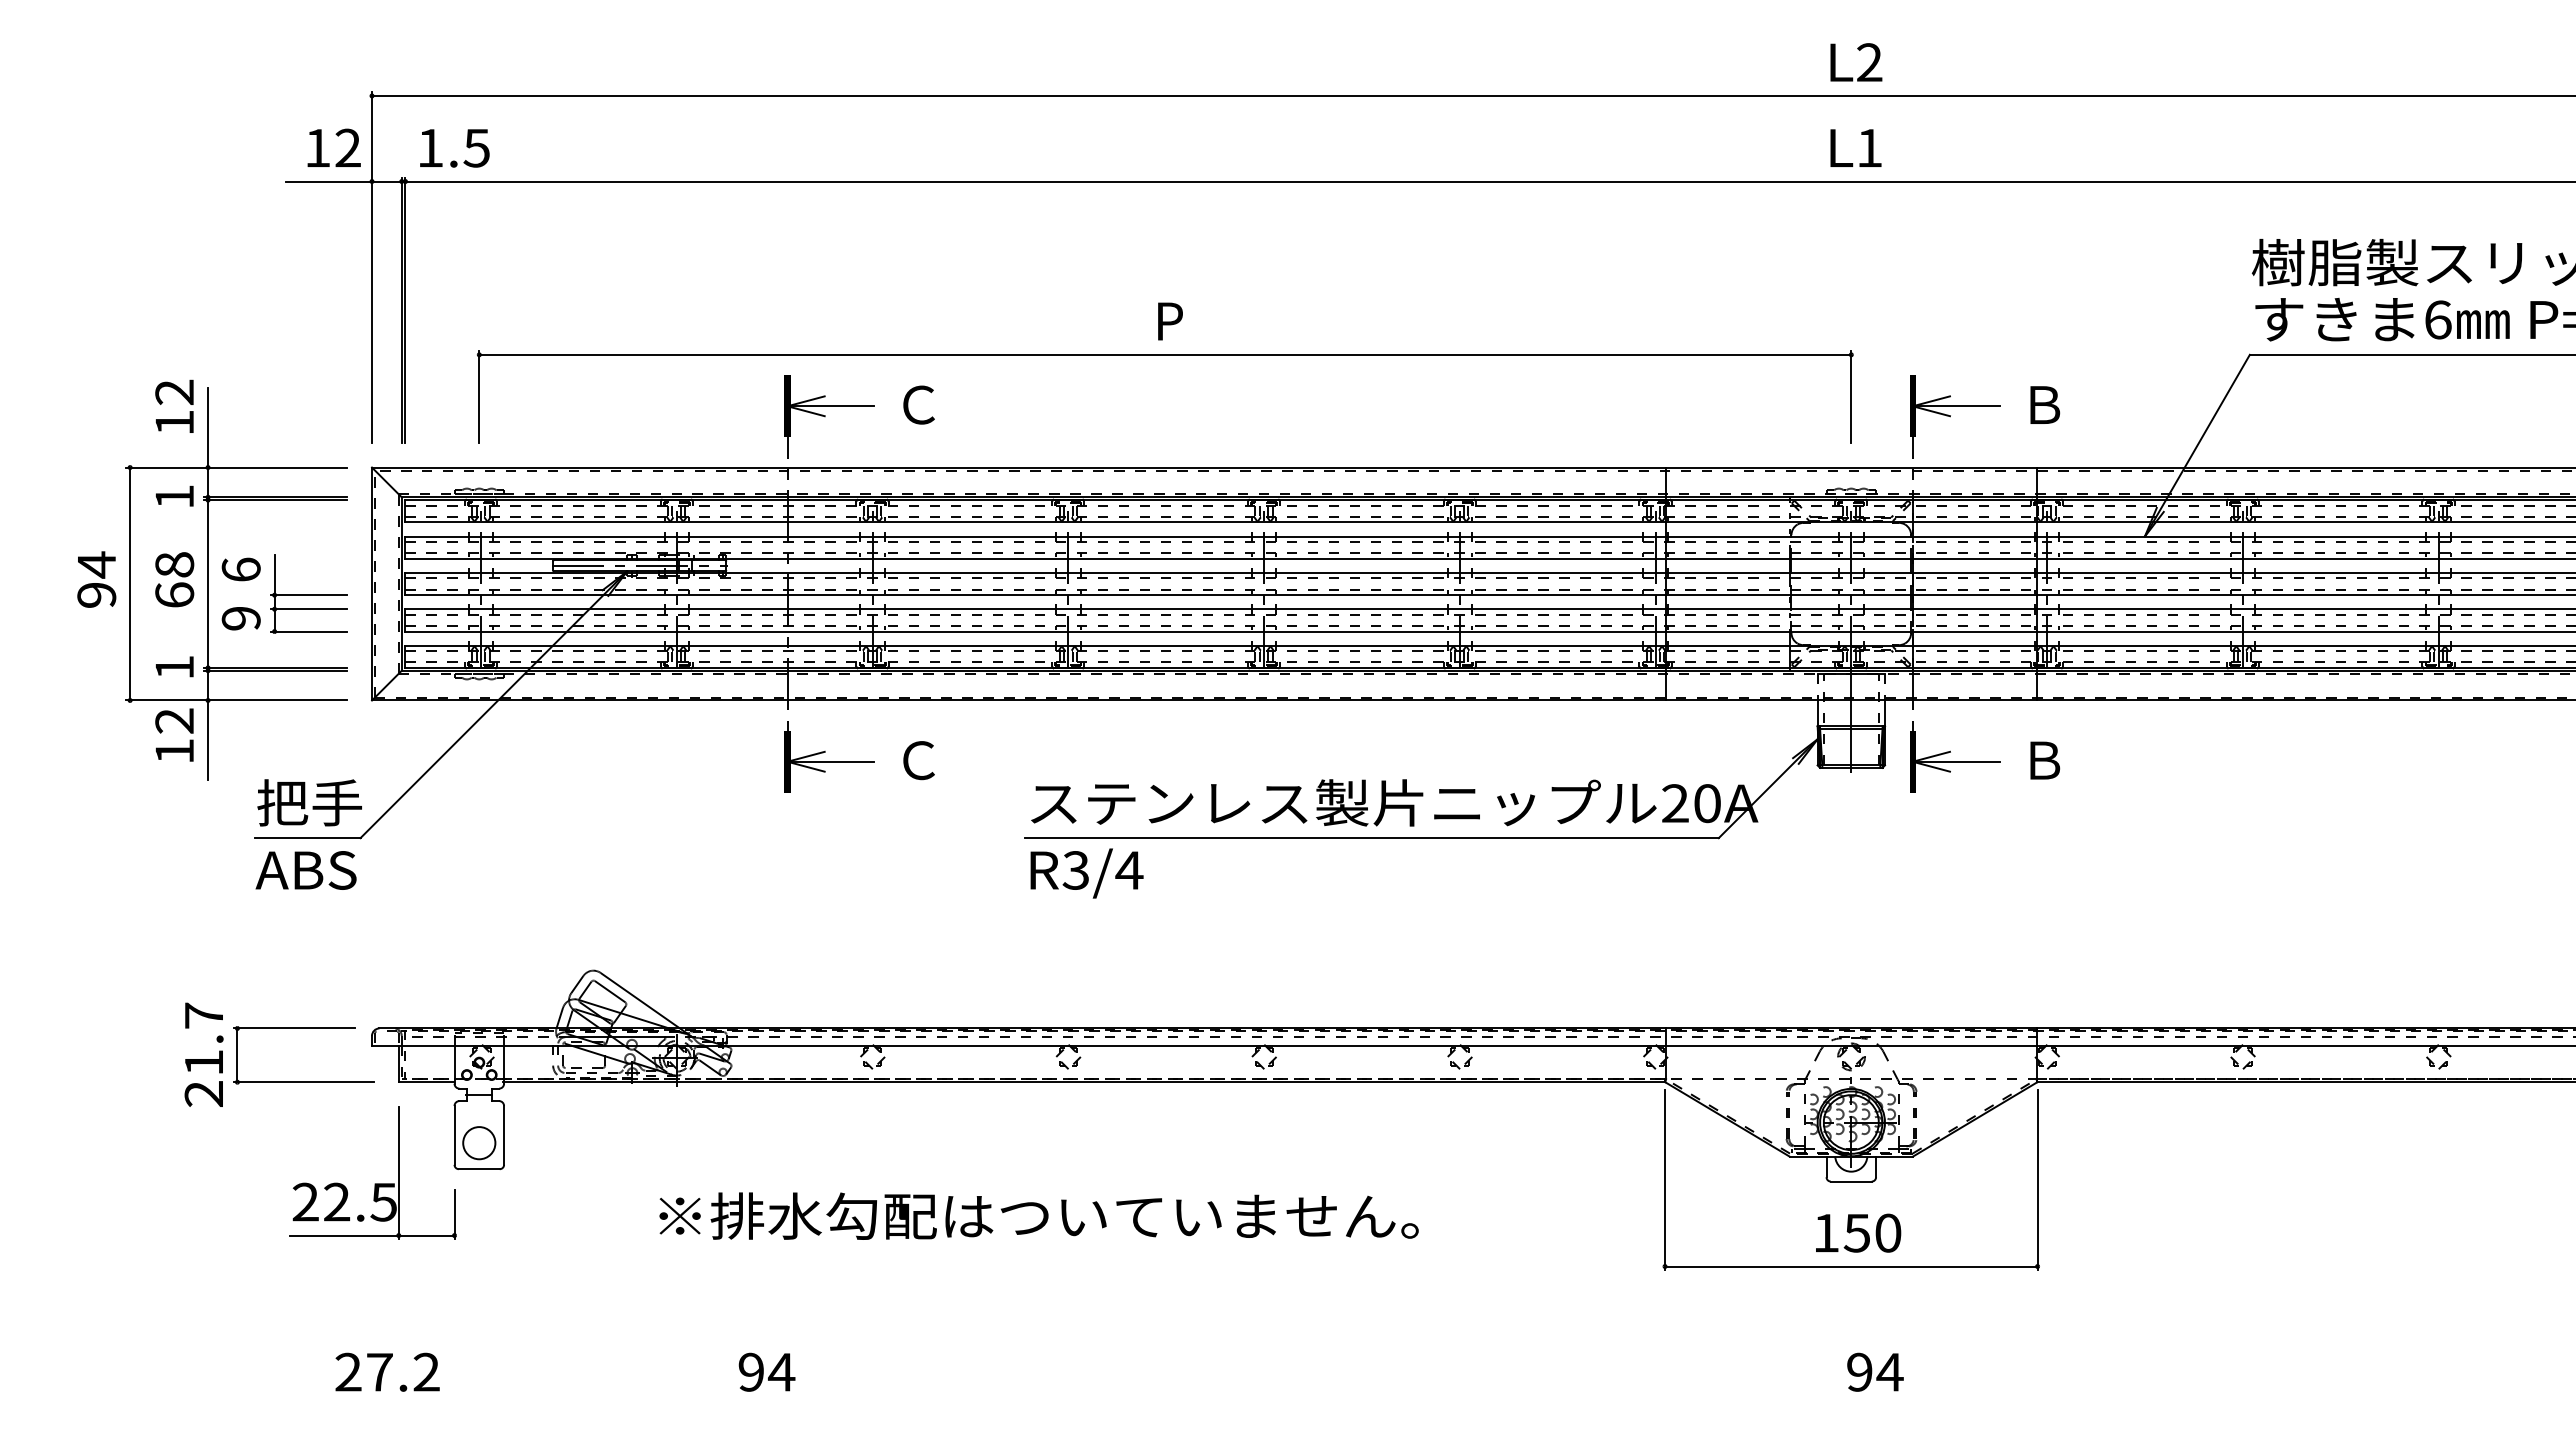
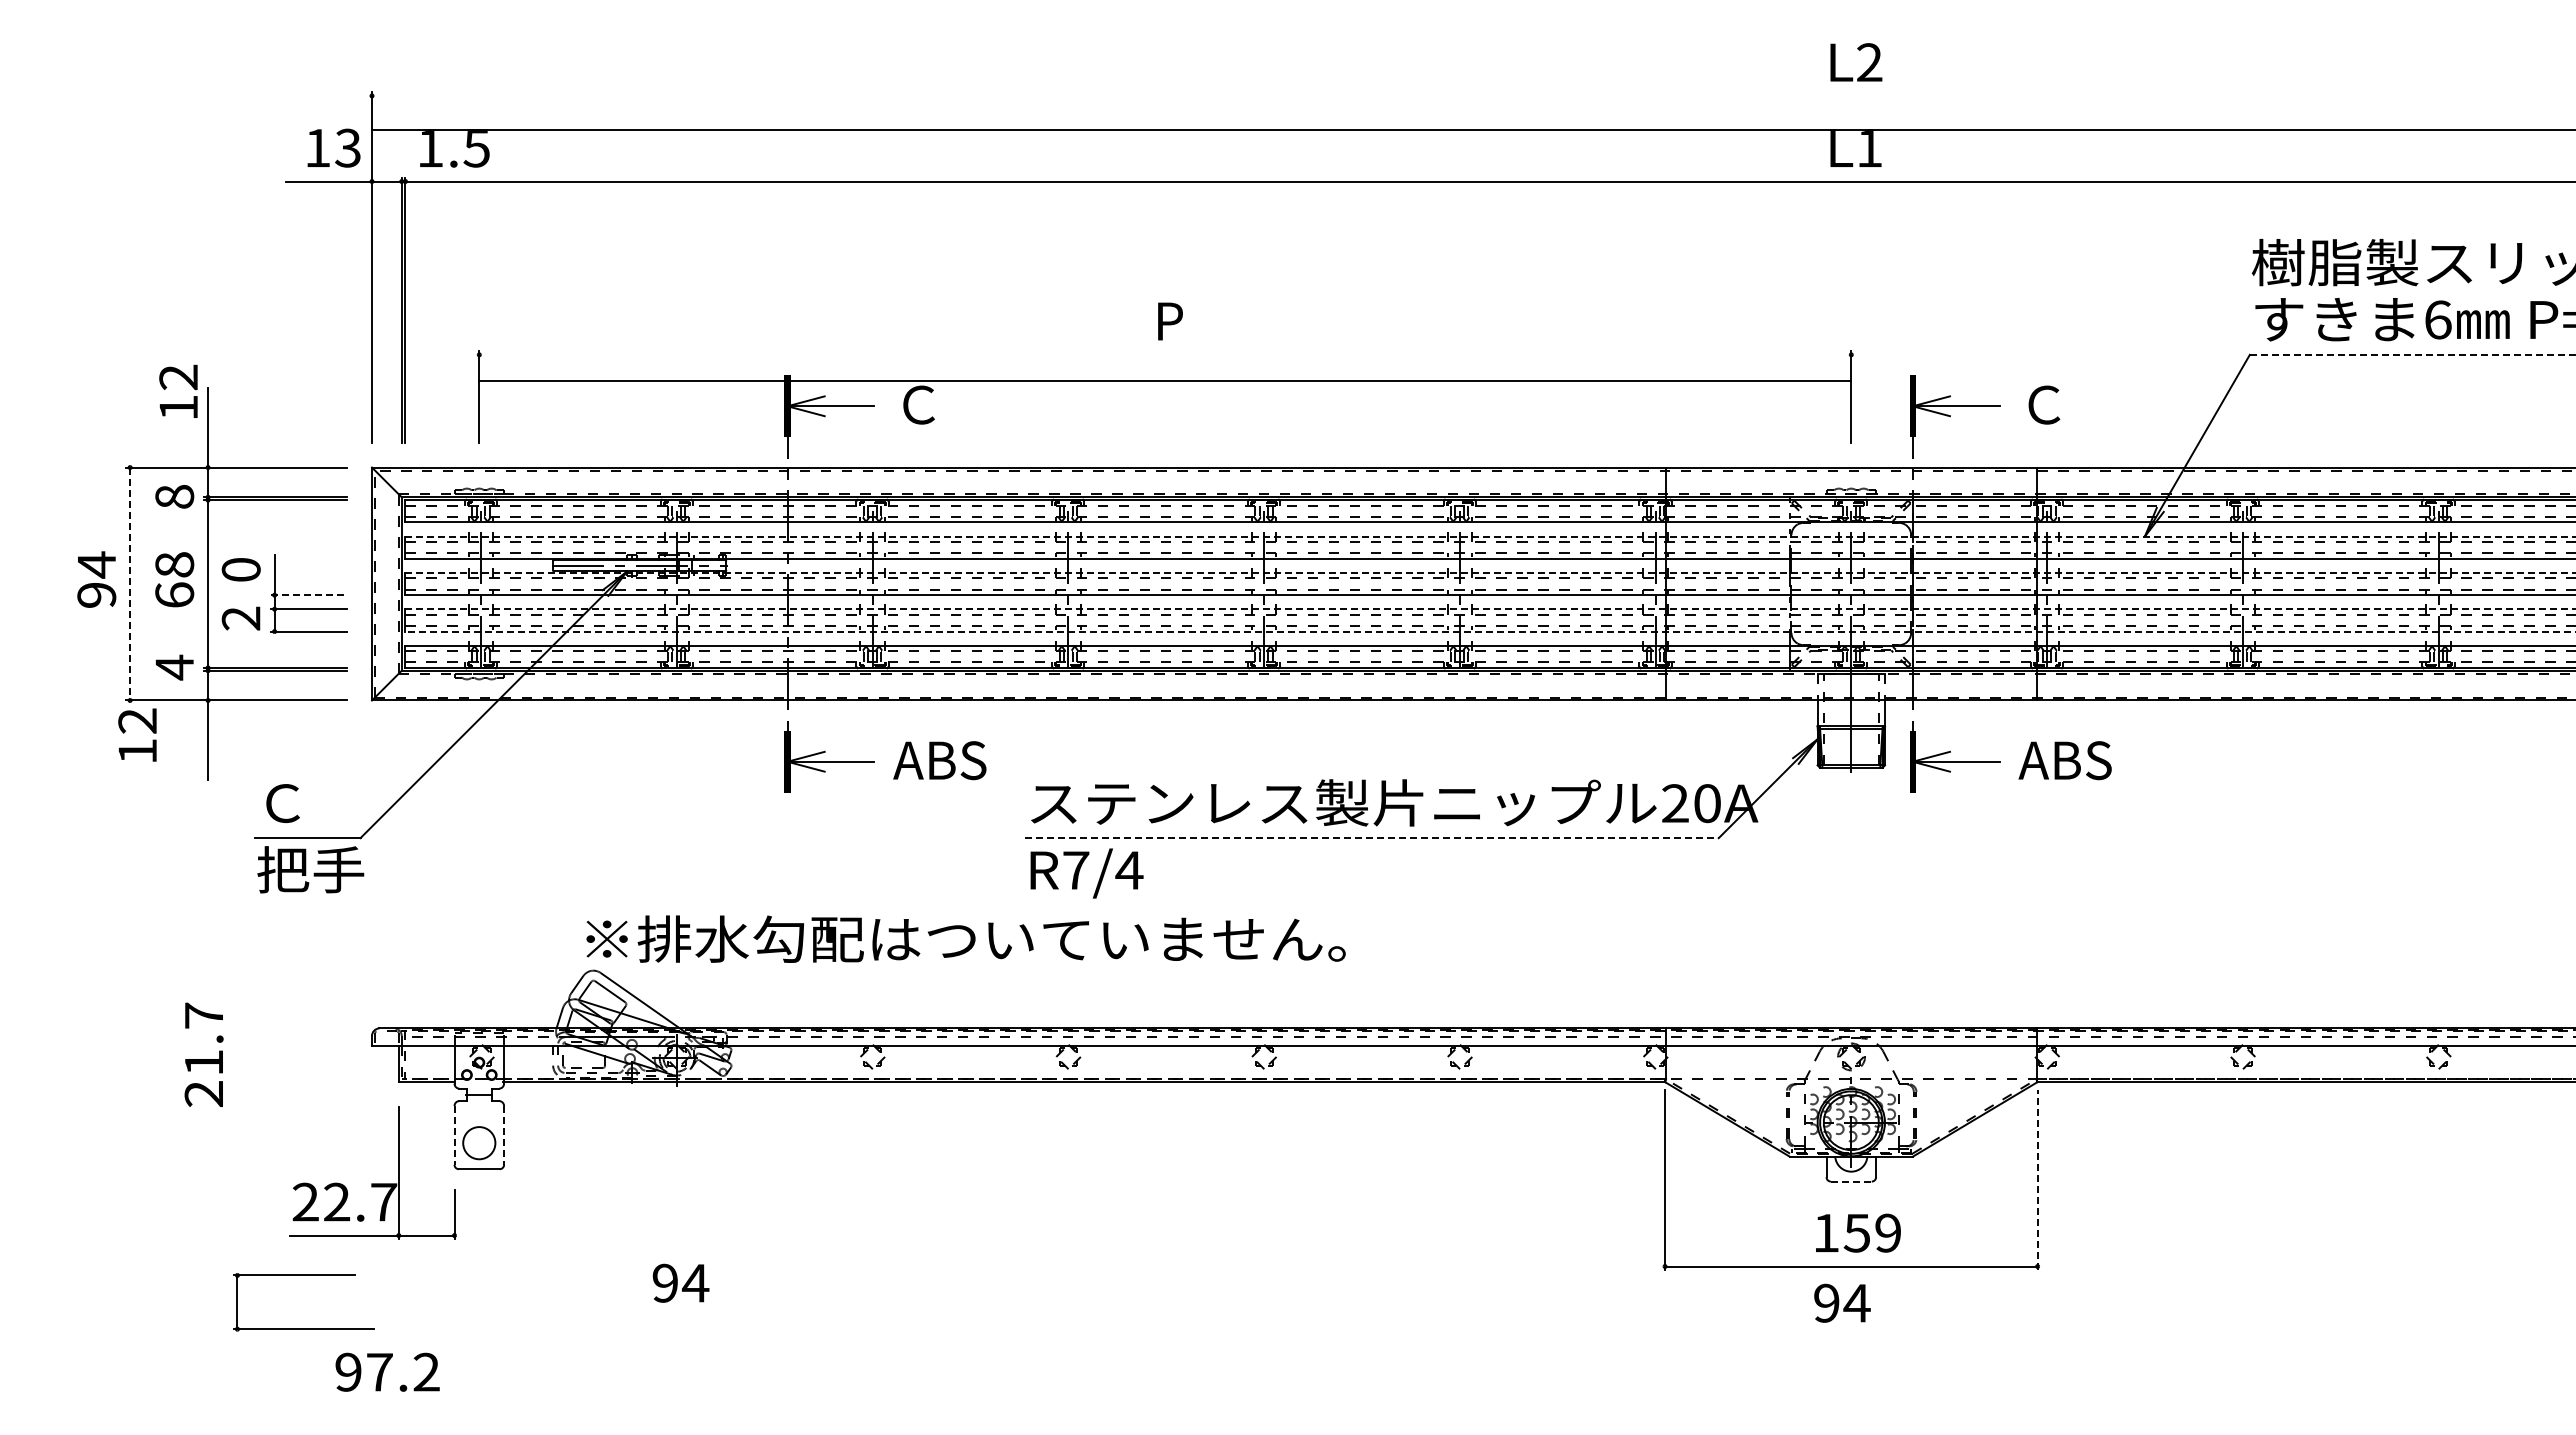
line at (1472, 95) position: (1472, 95) -> (1472, 129)
text at (347, 148): 12 -> 13
line at (1165, 354) position: (1165, 354) -> (1165, 380)
line at (2412, 354): solid -> dashed
text at (2044, 404): Ｂ -> Ｃ
text at (174, 405) position: (174, 405) -> (178, 390)
text at (174, 496): 1 -> 8
line at (1490, 536): solid -> dashed
text at (240, 569): 6 -> 0
line at (1490, 572): solid -> dashed
line at (130, 584): solid -> dashed
line at (309, 595): solid -> dashed
line at (1490, 609): solid -> dashed
text at (241, 618): 9 -> 2
line at (1490, 631): solid -> dashed
text at (174, 667): 1 -> 4
text at (174, 734) position: (174, 734) -> (137, 734)
text at (939, 760): Ｃ -> ABS
text at (2064, 760): Ｂ -> ABS
text at (309, 802): 把手 -> Ｃ
line at (1371, 838): solid -> dashed
text at (309, 869): ABS -> 把手
text at (1075, 870): R3/4 -> R7/4
part at (303, 1081) position: (303, 1081) -> (303, 1328)
line at (454, 1135): solid -> dashed
line at (504, 1135): solid -> dashed
line at (2037, 1179): solid -> dashed
line at (1851, 1181): solid -> dashed
text at (383, 1202): 22.5 -> 22.7
text at (1038, 1215) position: (1038, 1215) -> (965, 938)
text at (1888, 1232): 150 -> 159
text at (766, 1371) position: (766, 1371) -> (680, 1282)
text at (1875, 1371) position: (1875, 1371) -> (1842, 1302)
text at (348, 1372): 27.2 -> 97.2
